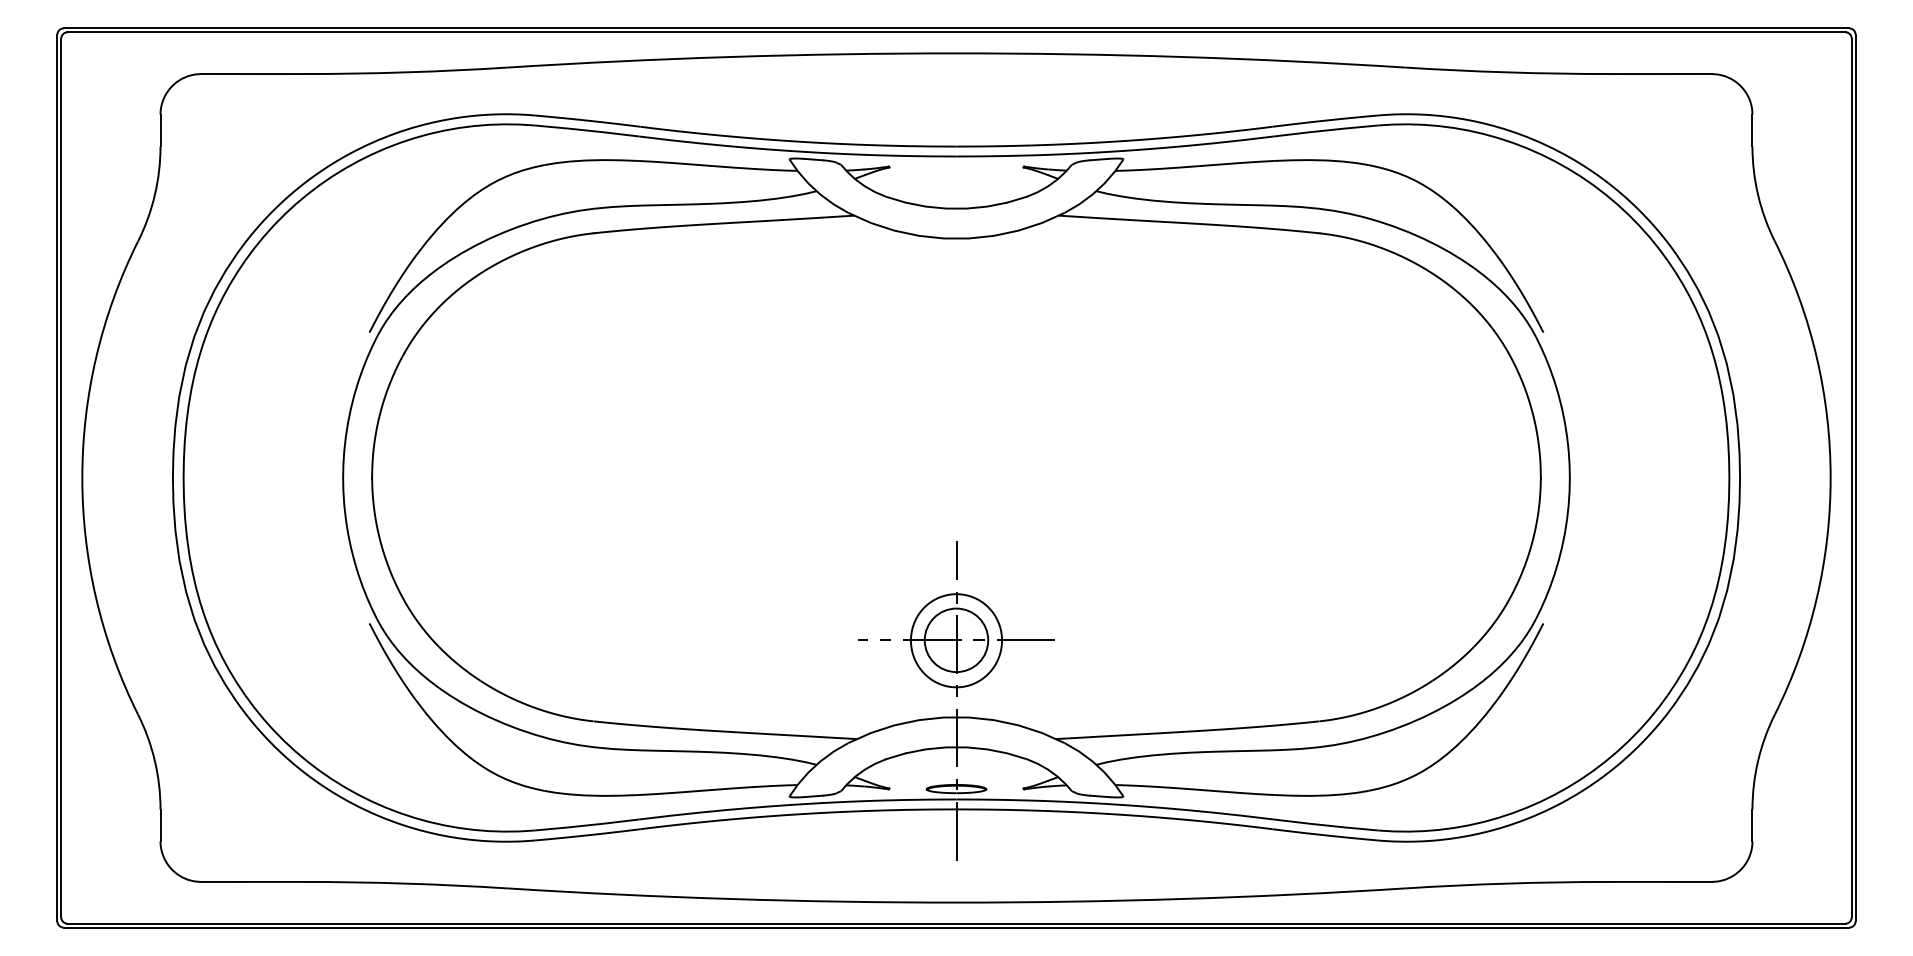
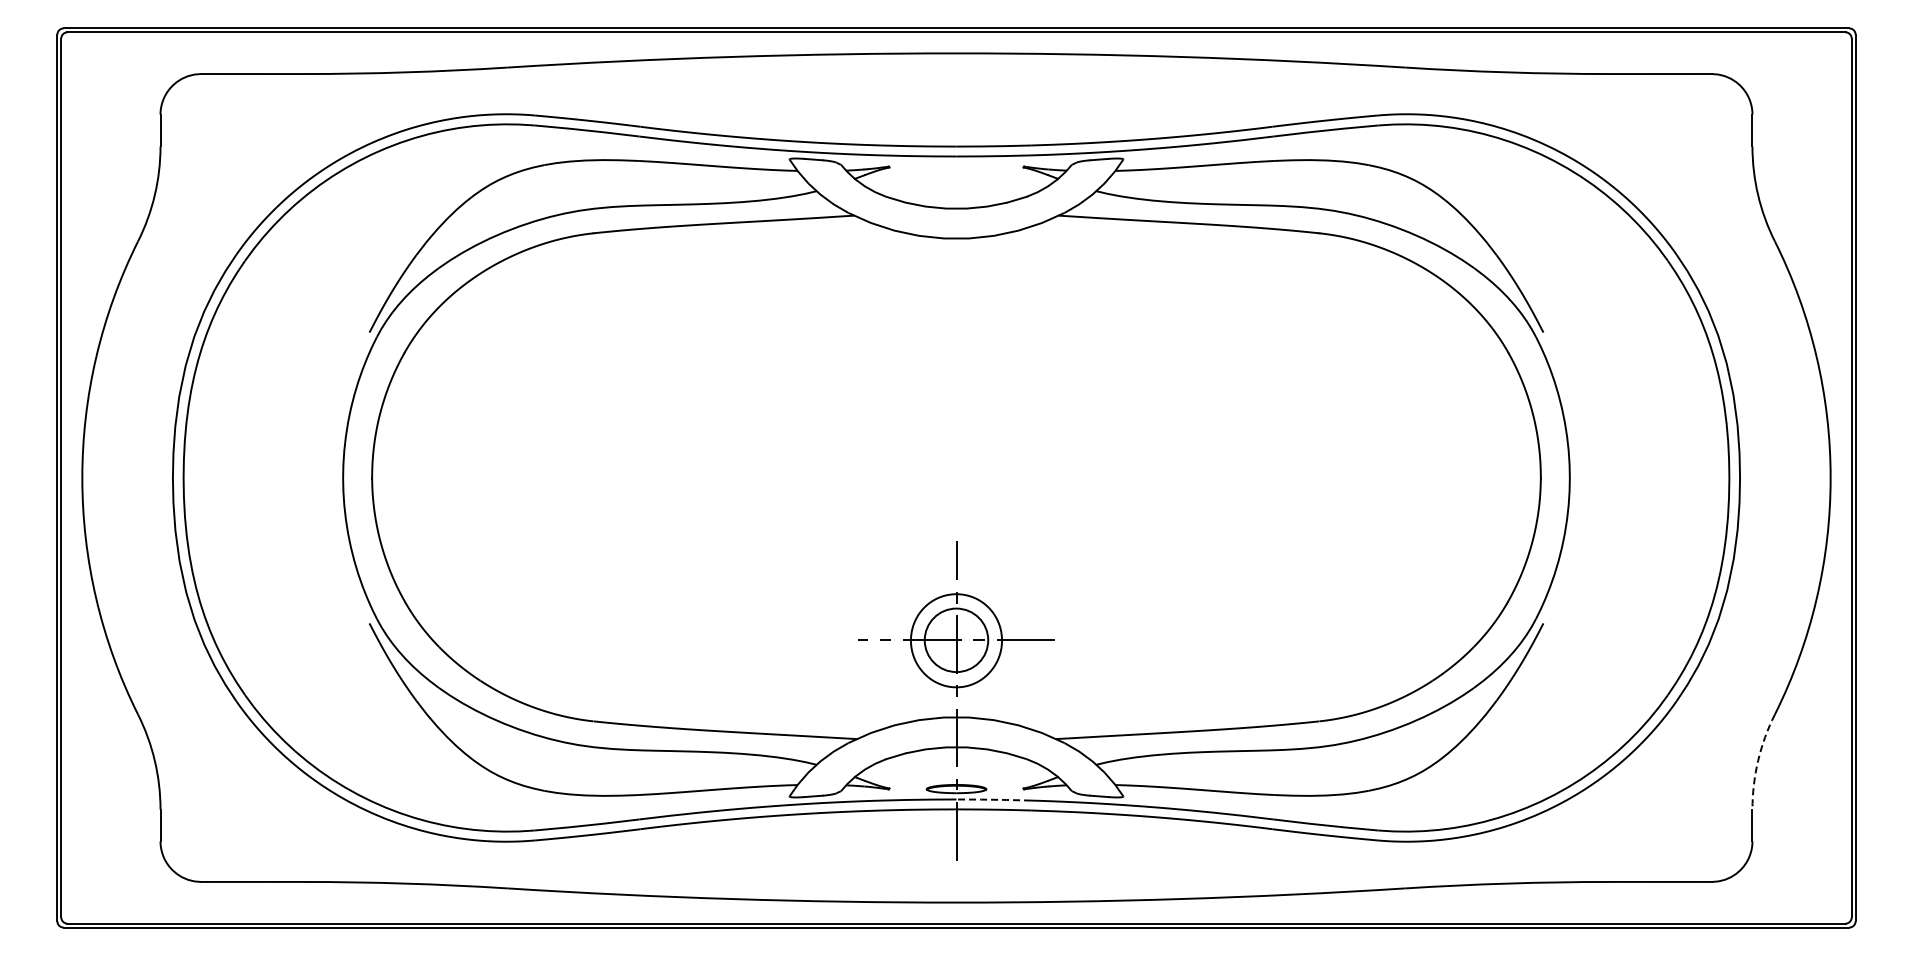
arc at (1758, 760): solid -> dashed
line at (993, 799): solid -> dashed
